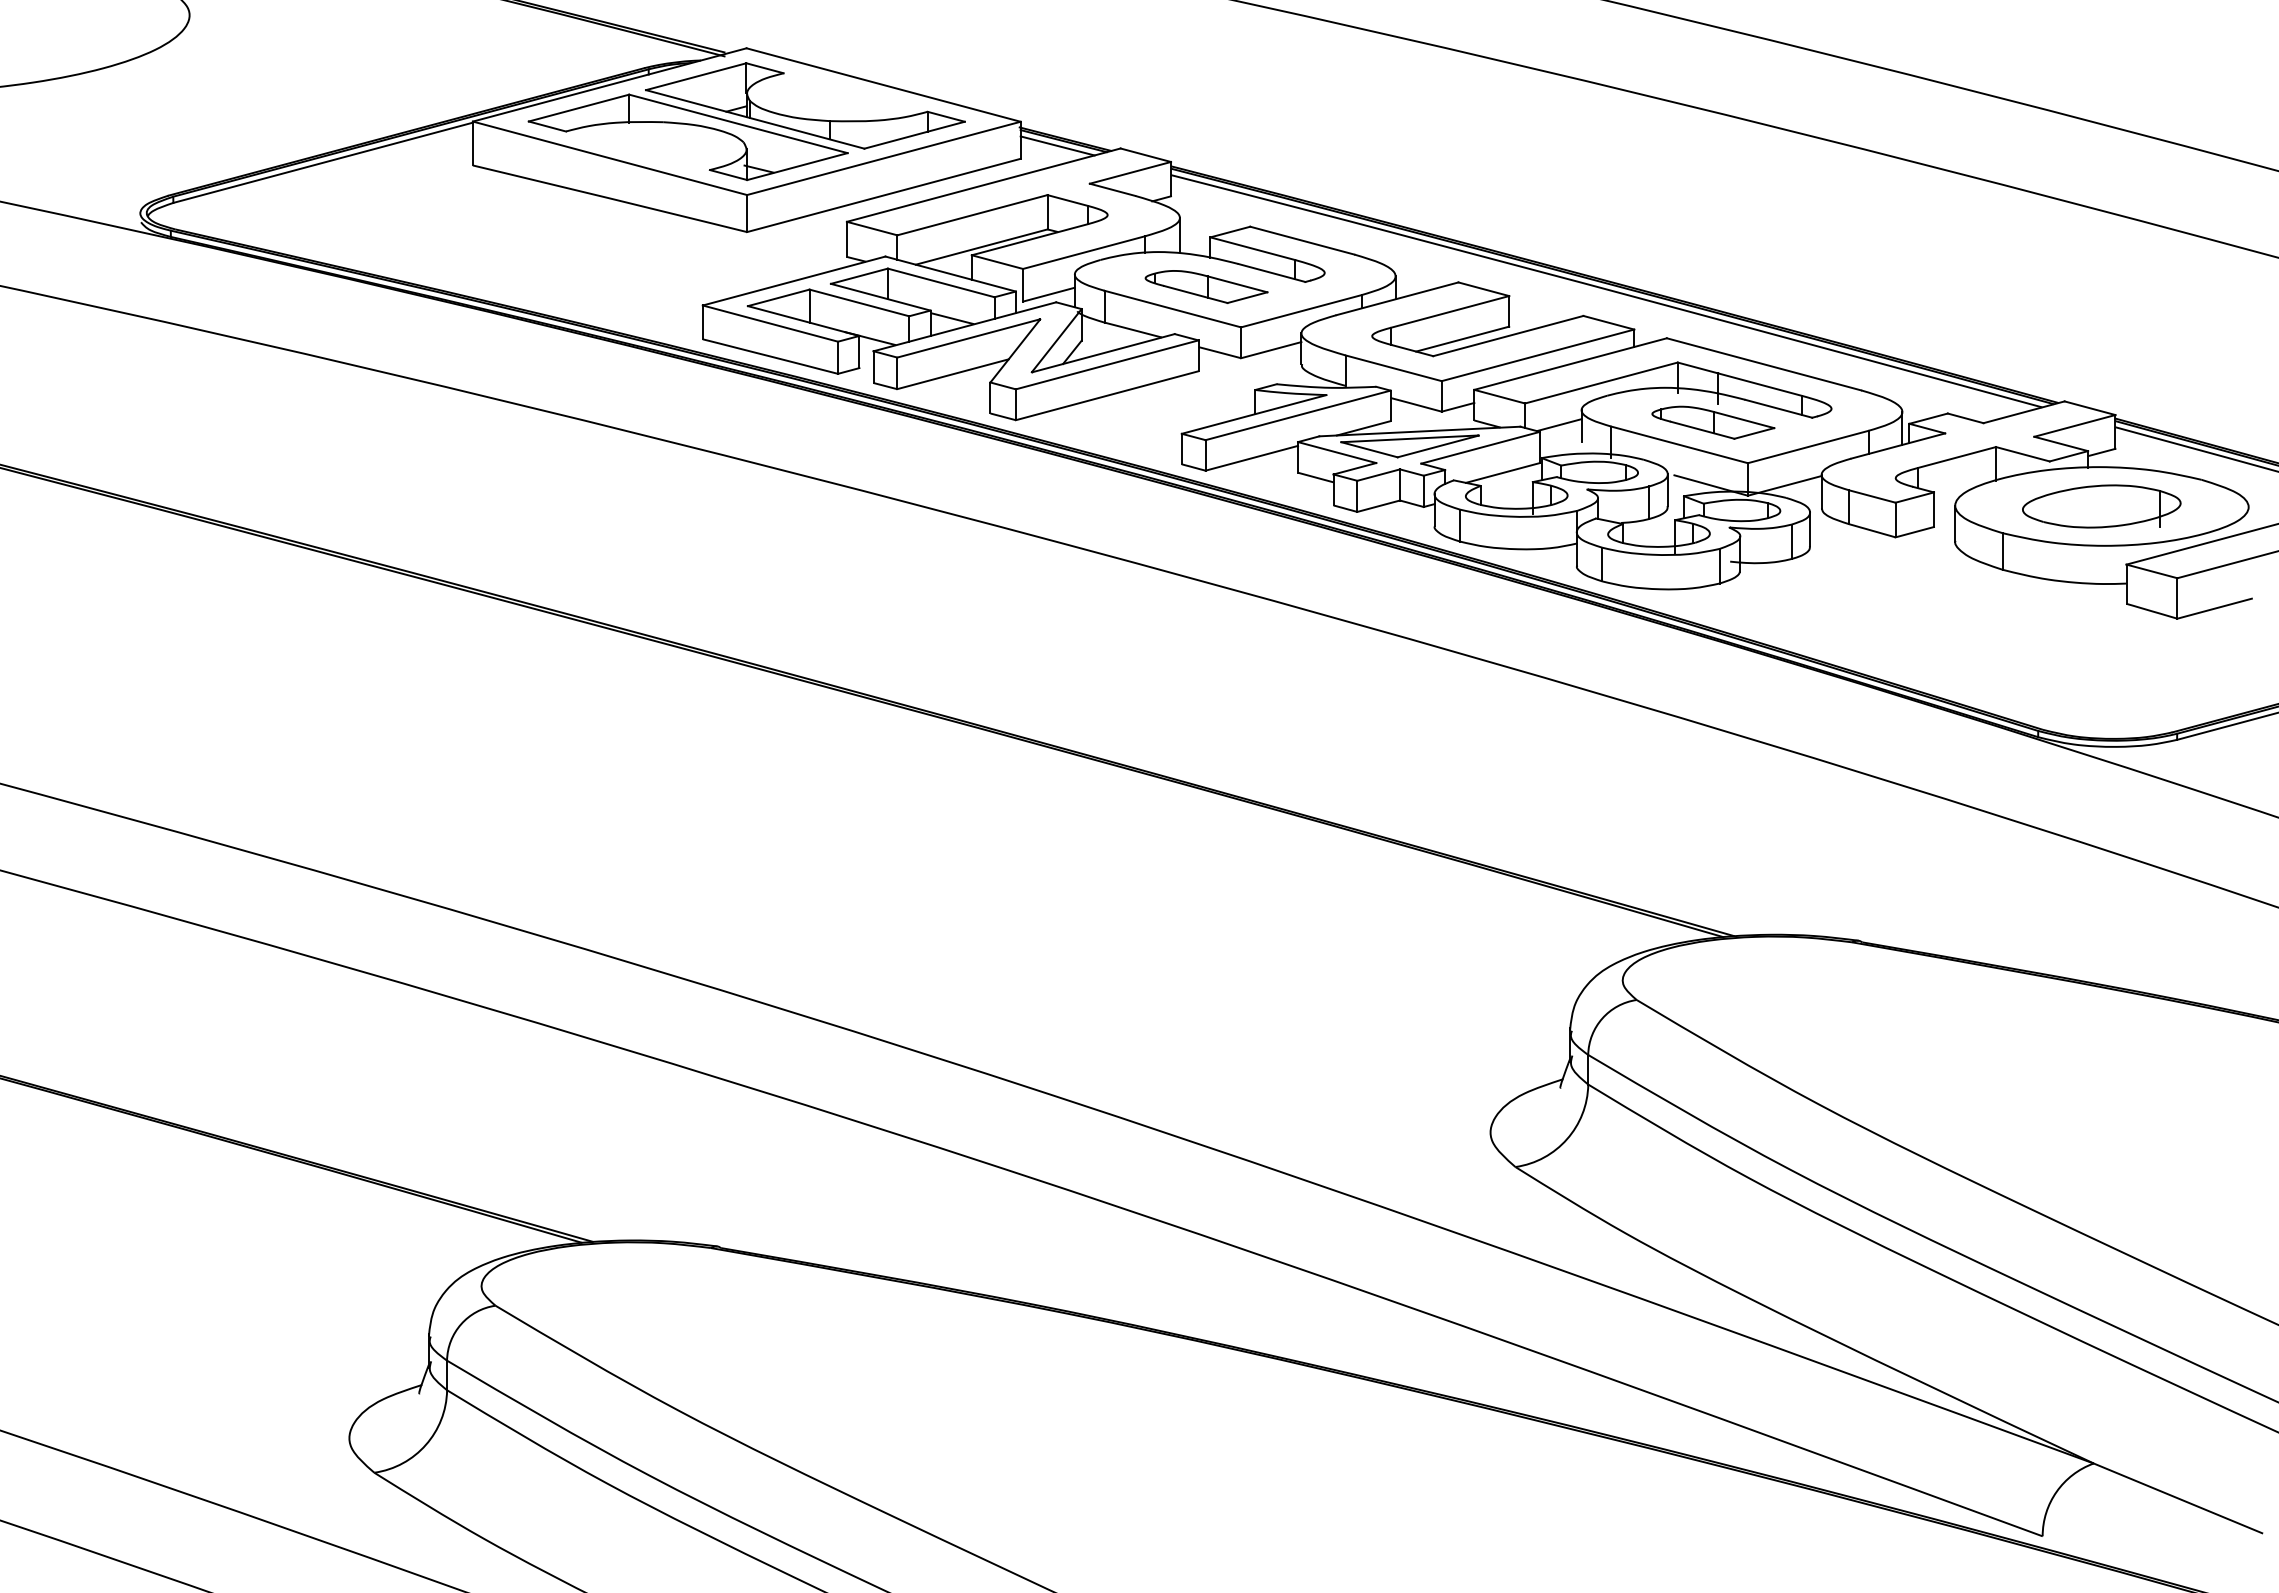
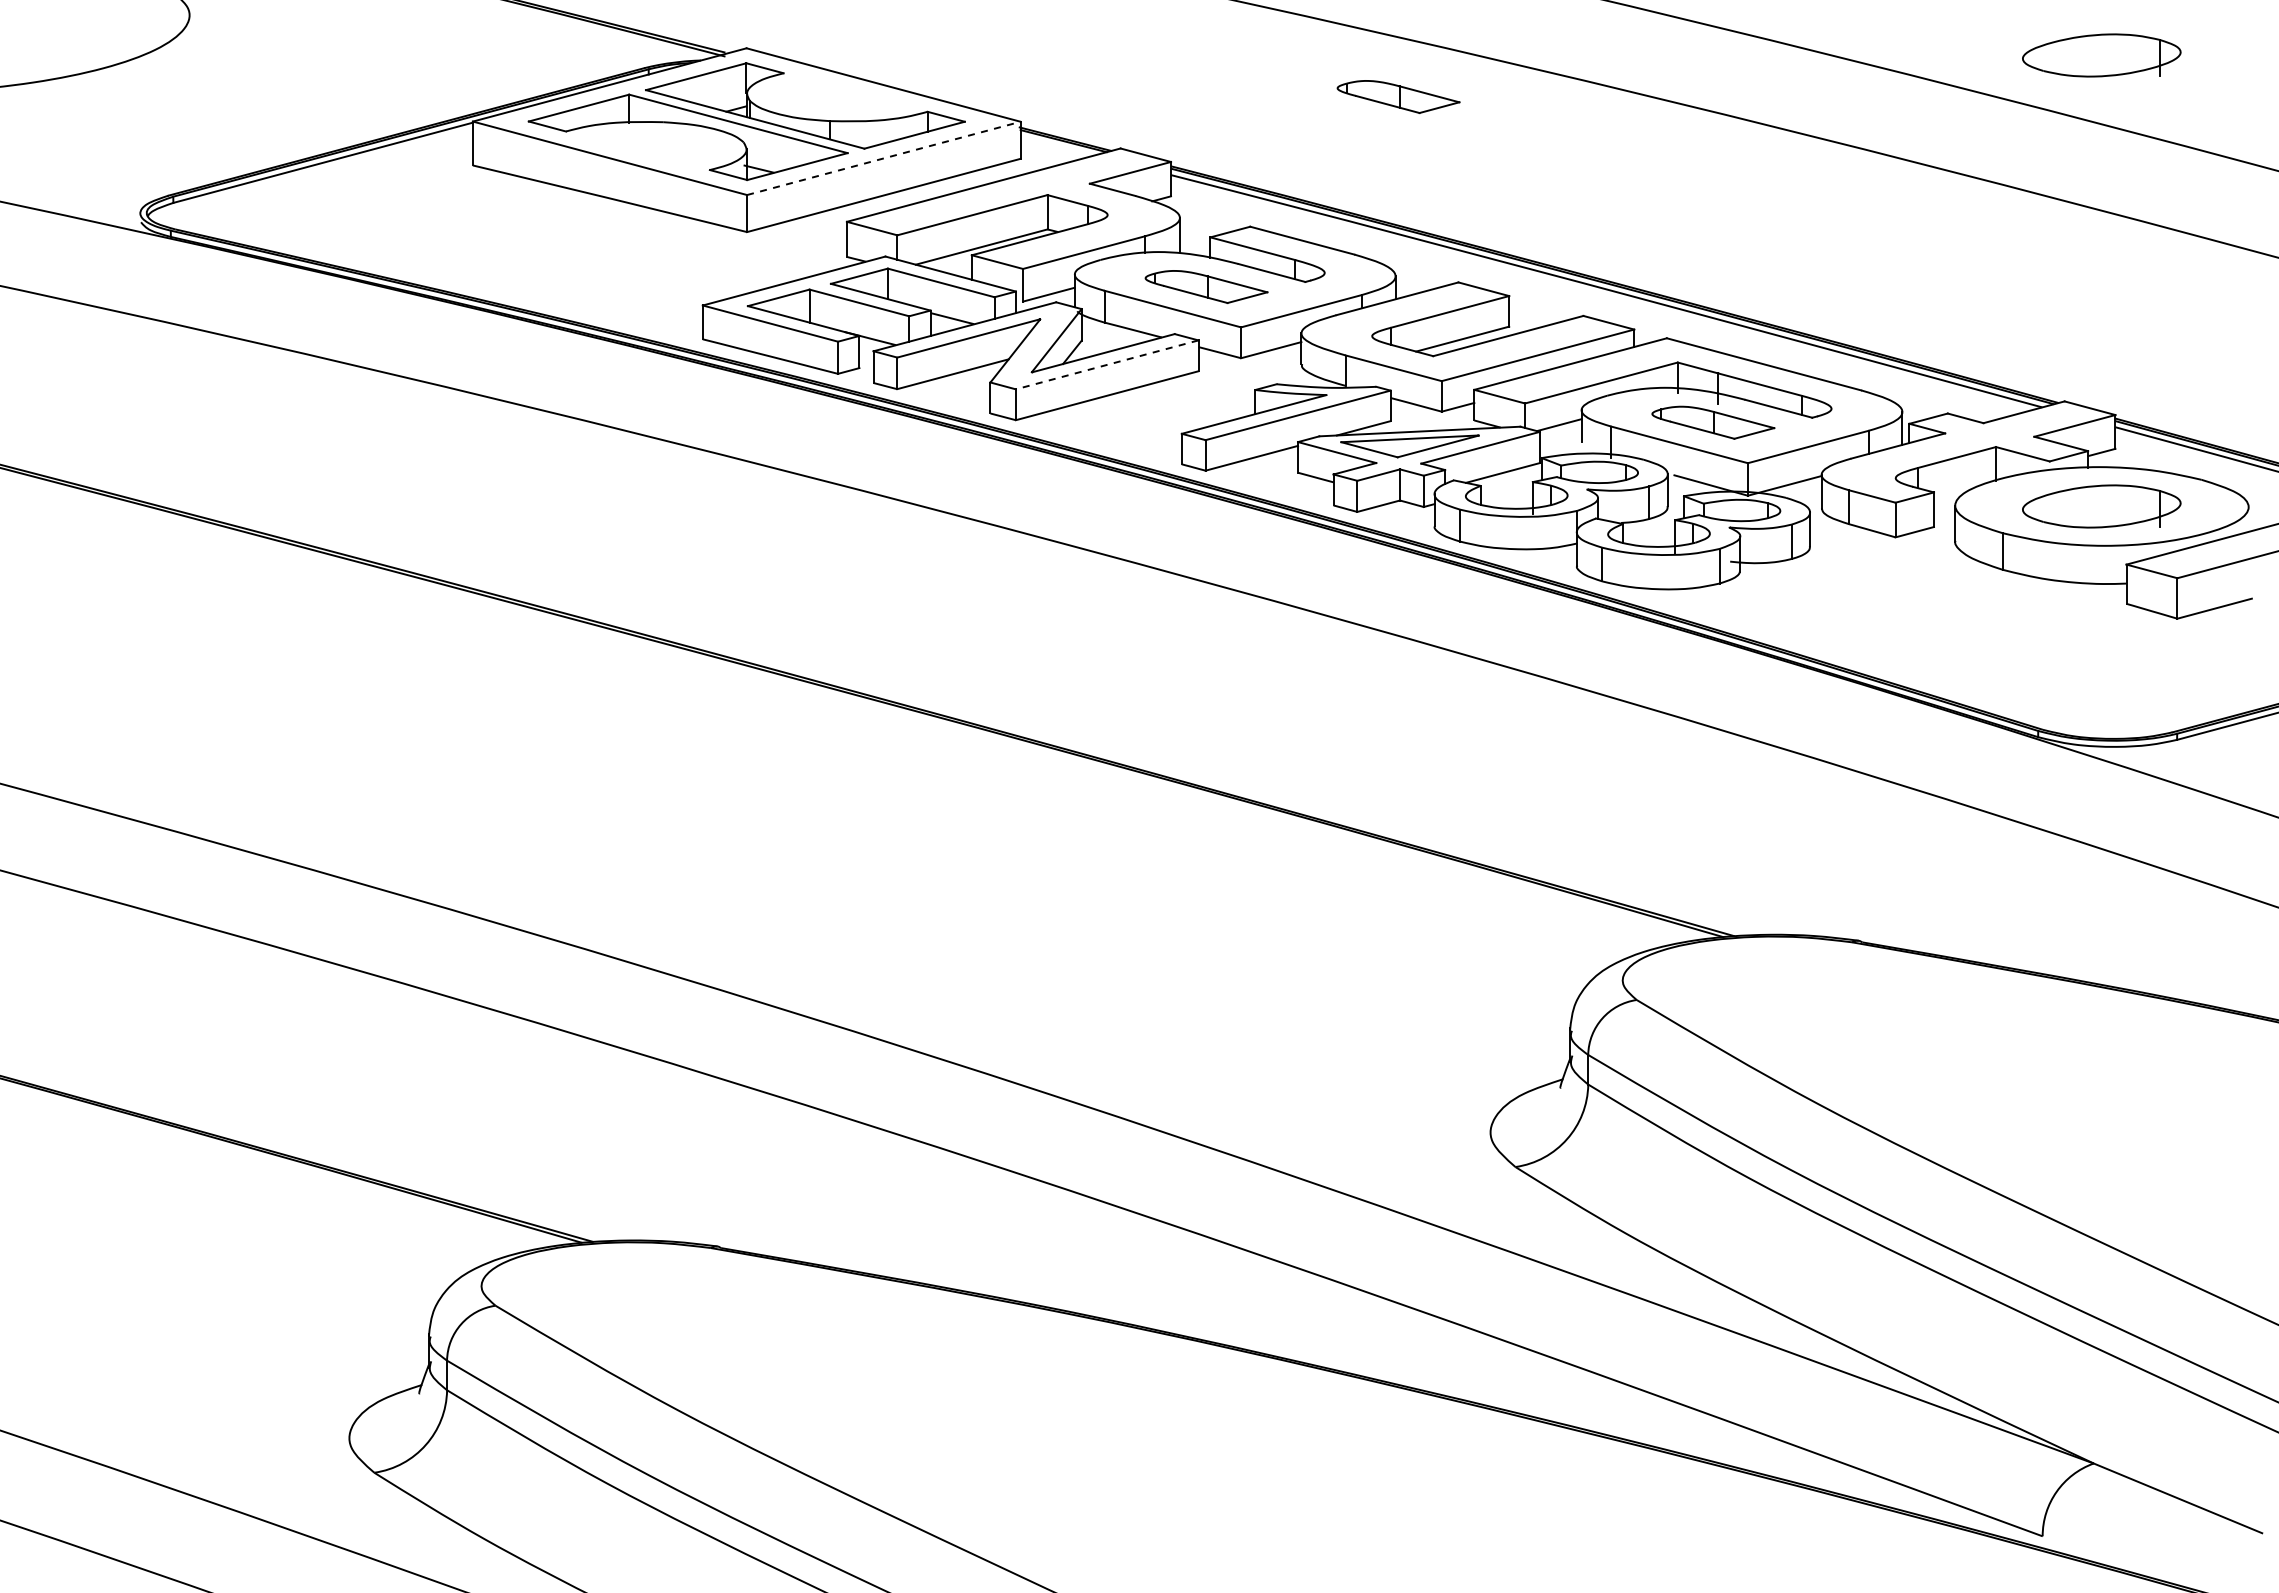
part at (2101, 55): none -> present
part at (1398, 96): none -> present
line at (1057, 145): present -> none
line at (883, 158): solid -> dashed
line at (1107, 364): solid -> dashed
